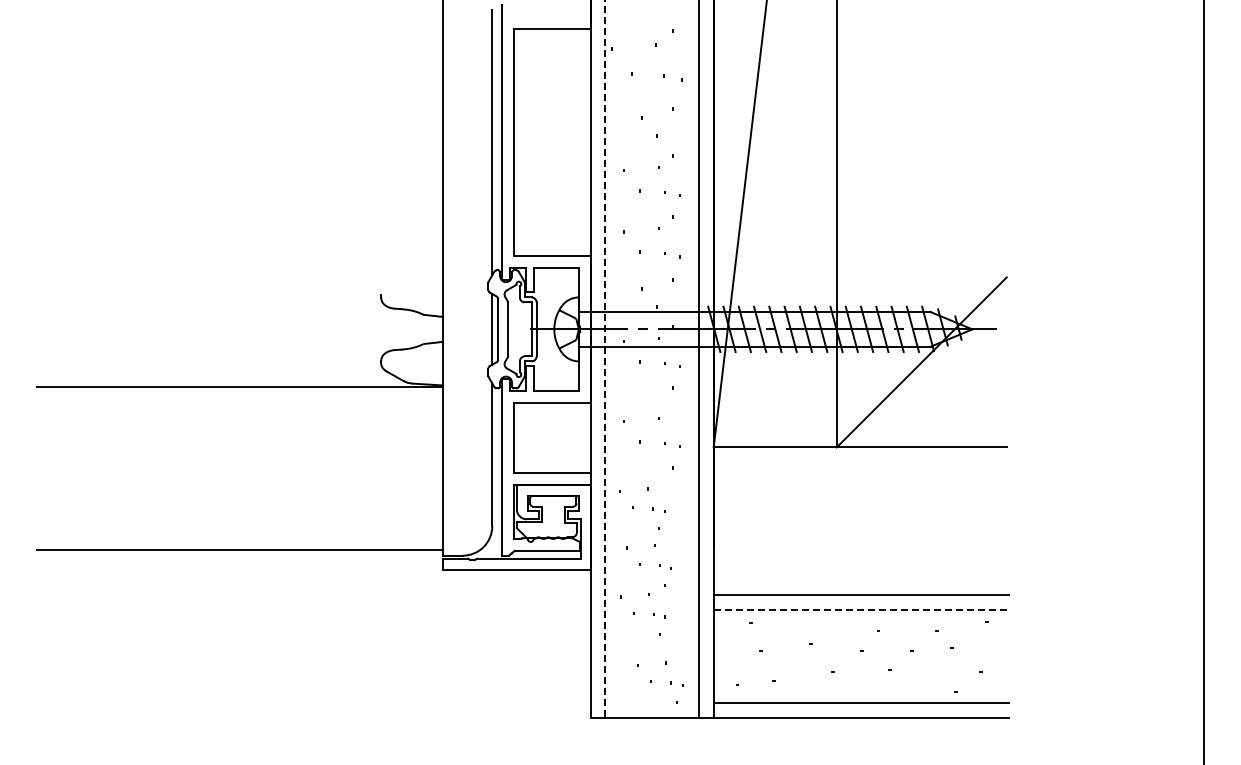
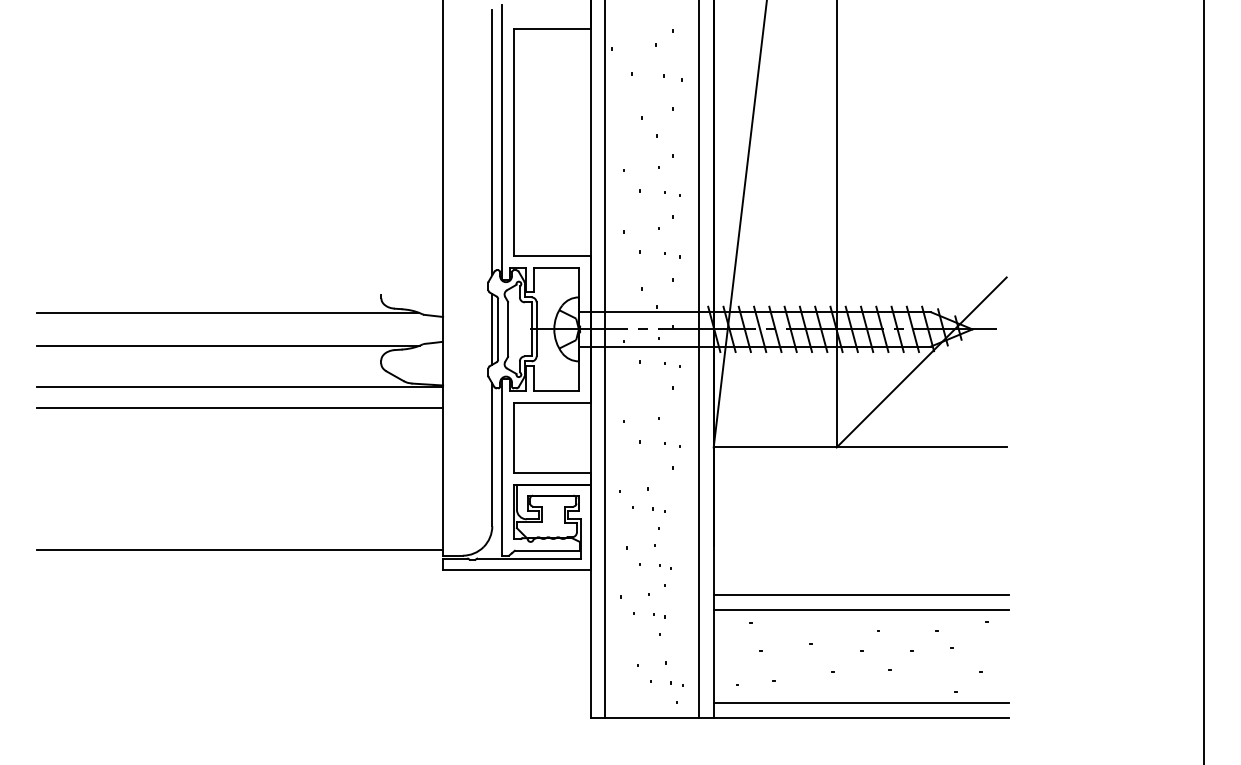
line at (227, 312): none -> present
line at (228, 346): none -> present
line at (605, 359): dashed -> solid
line at (240, 408): none -> present
line at (861, 609): dashed -> solid
